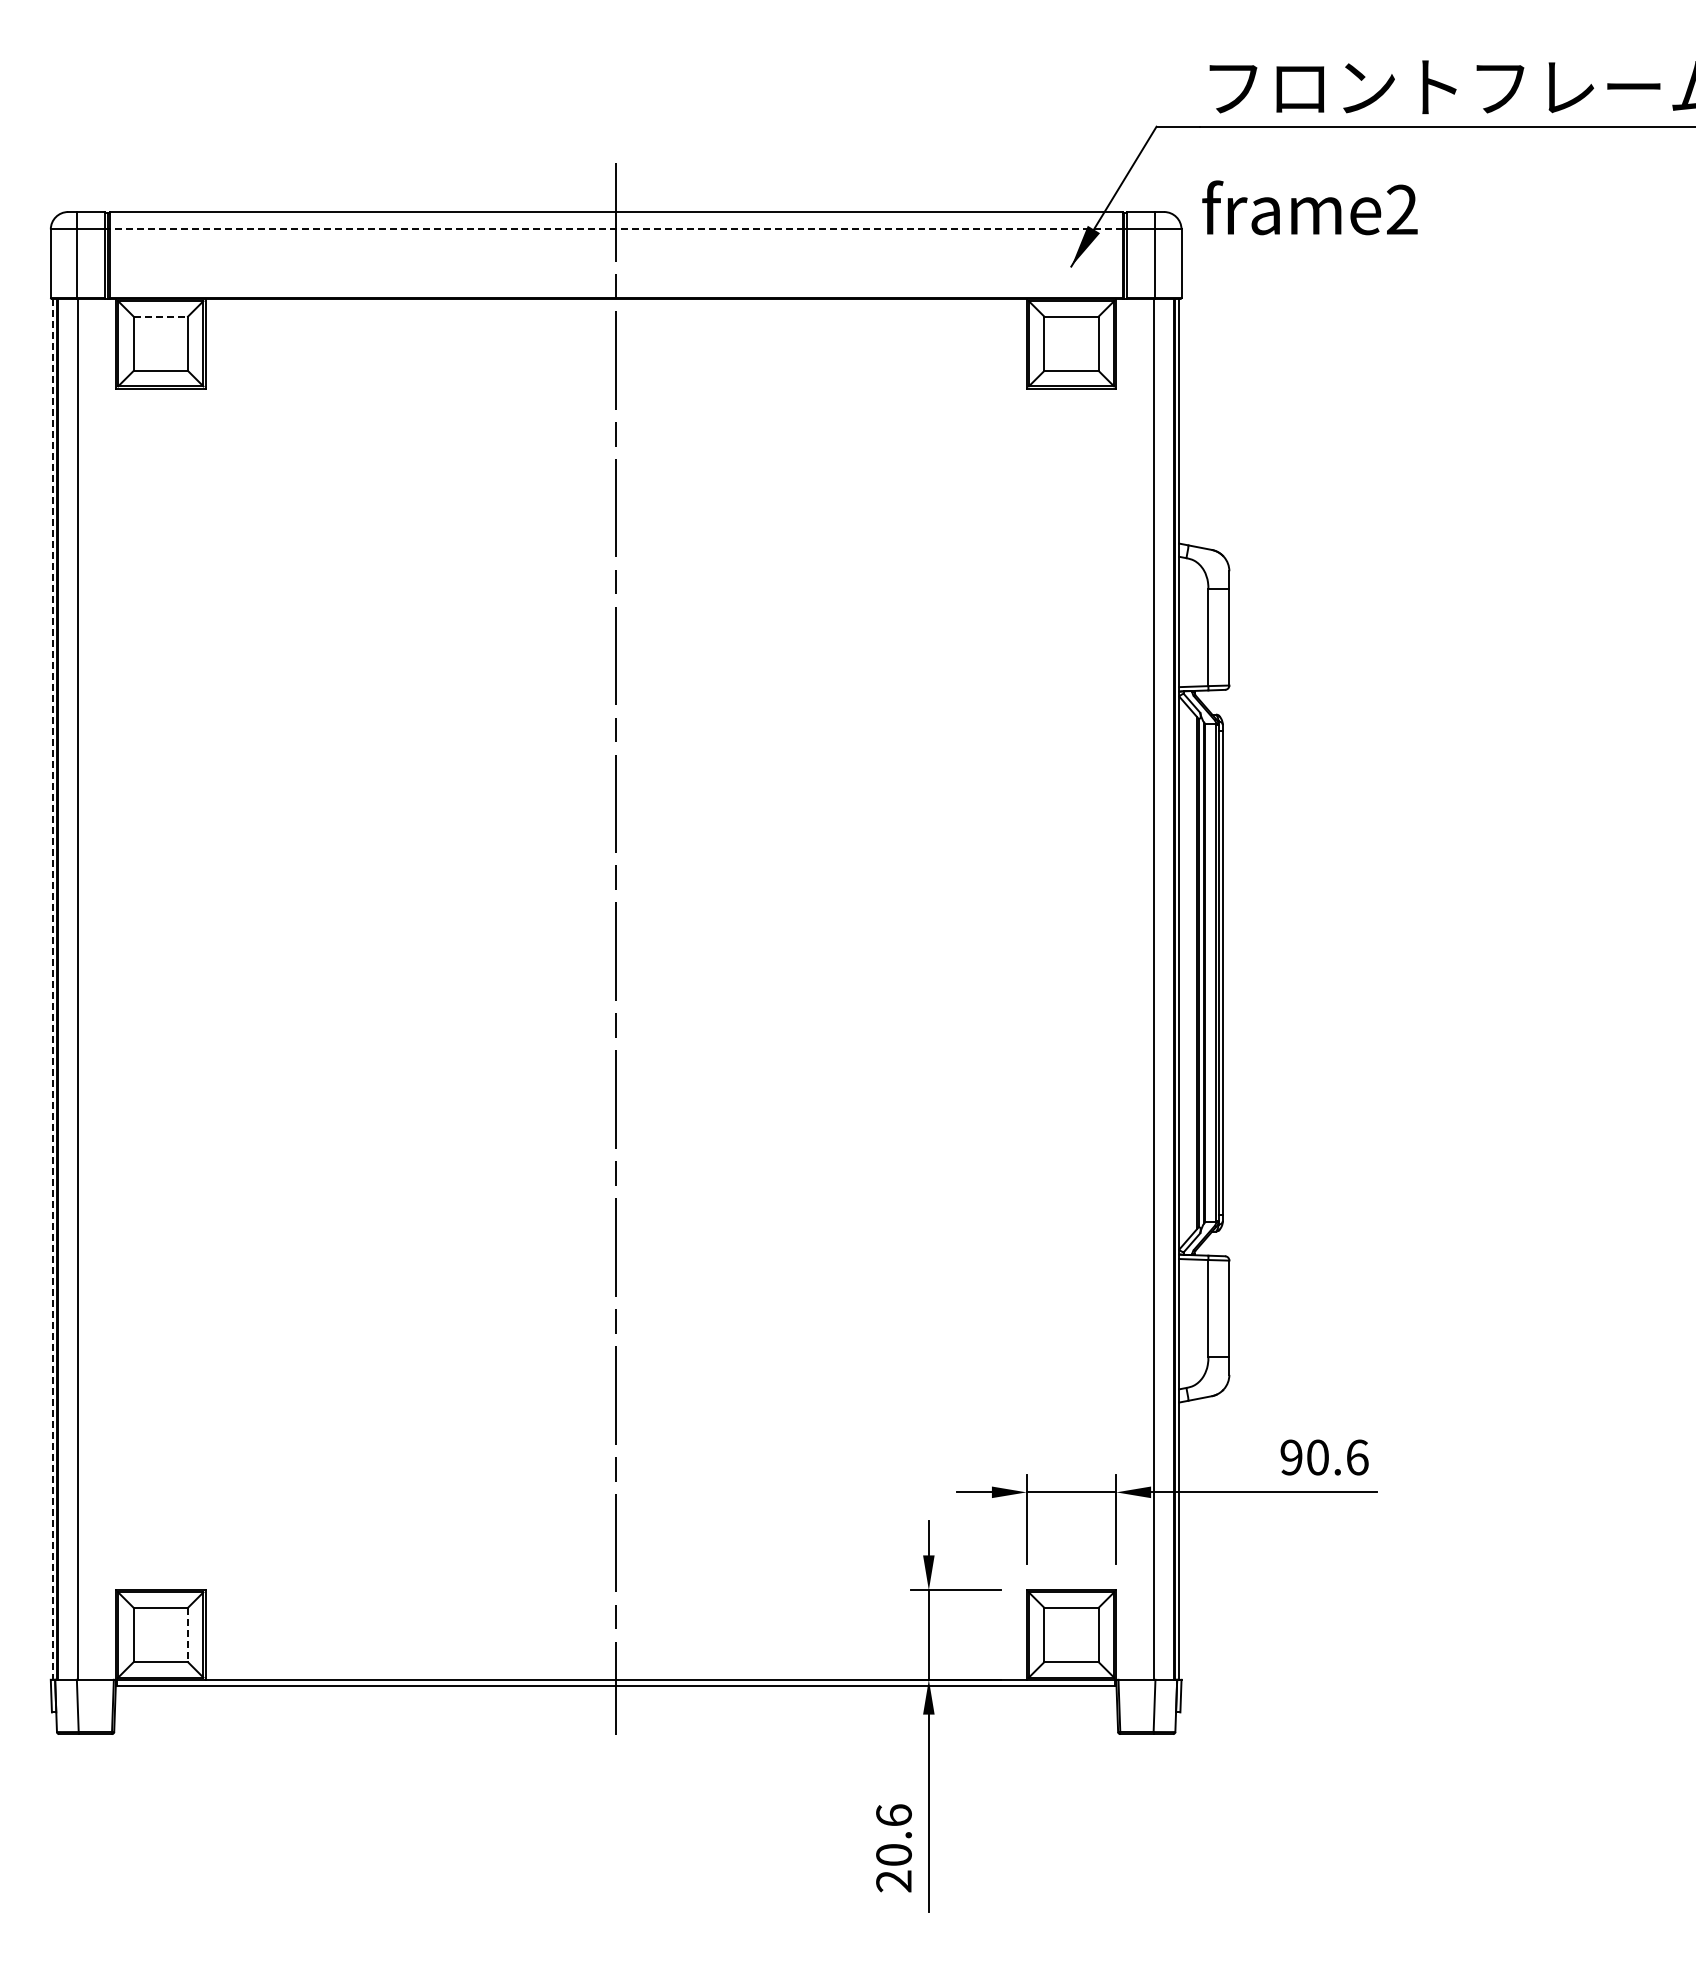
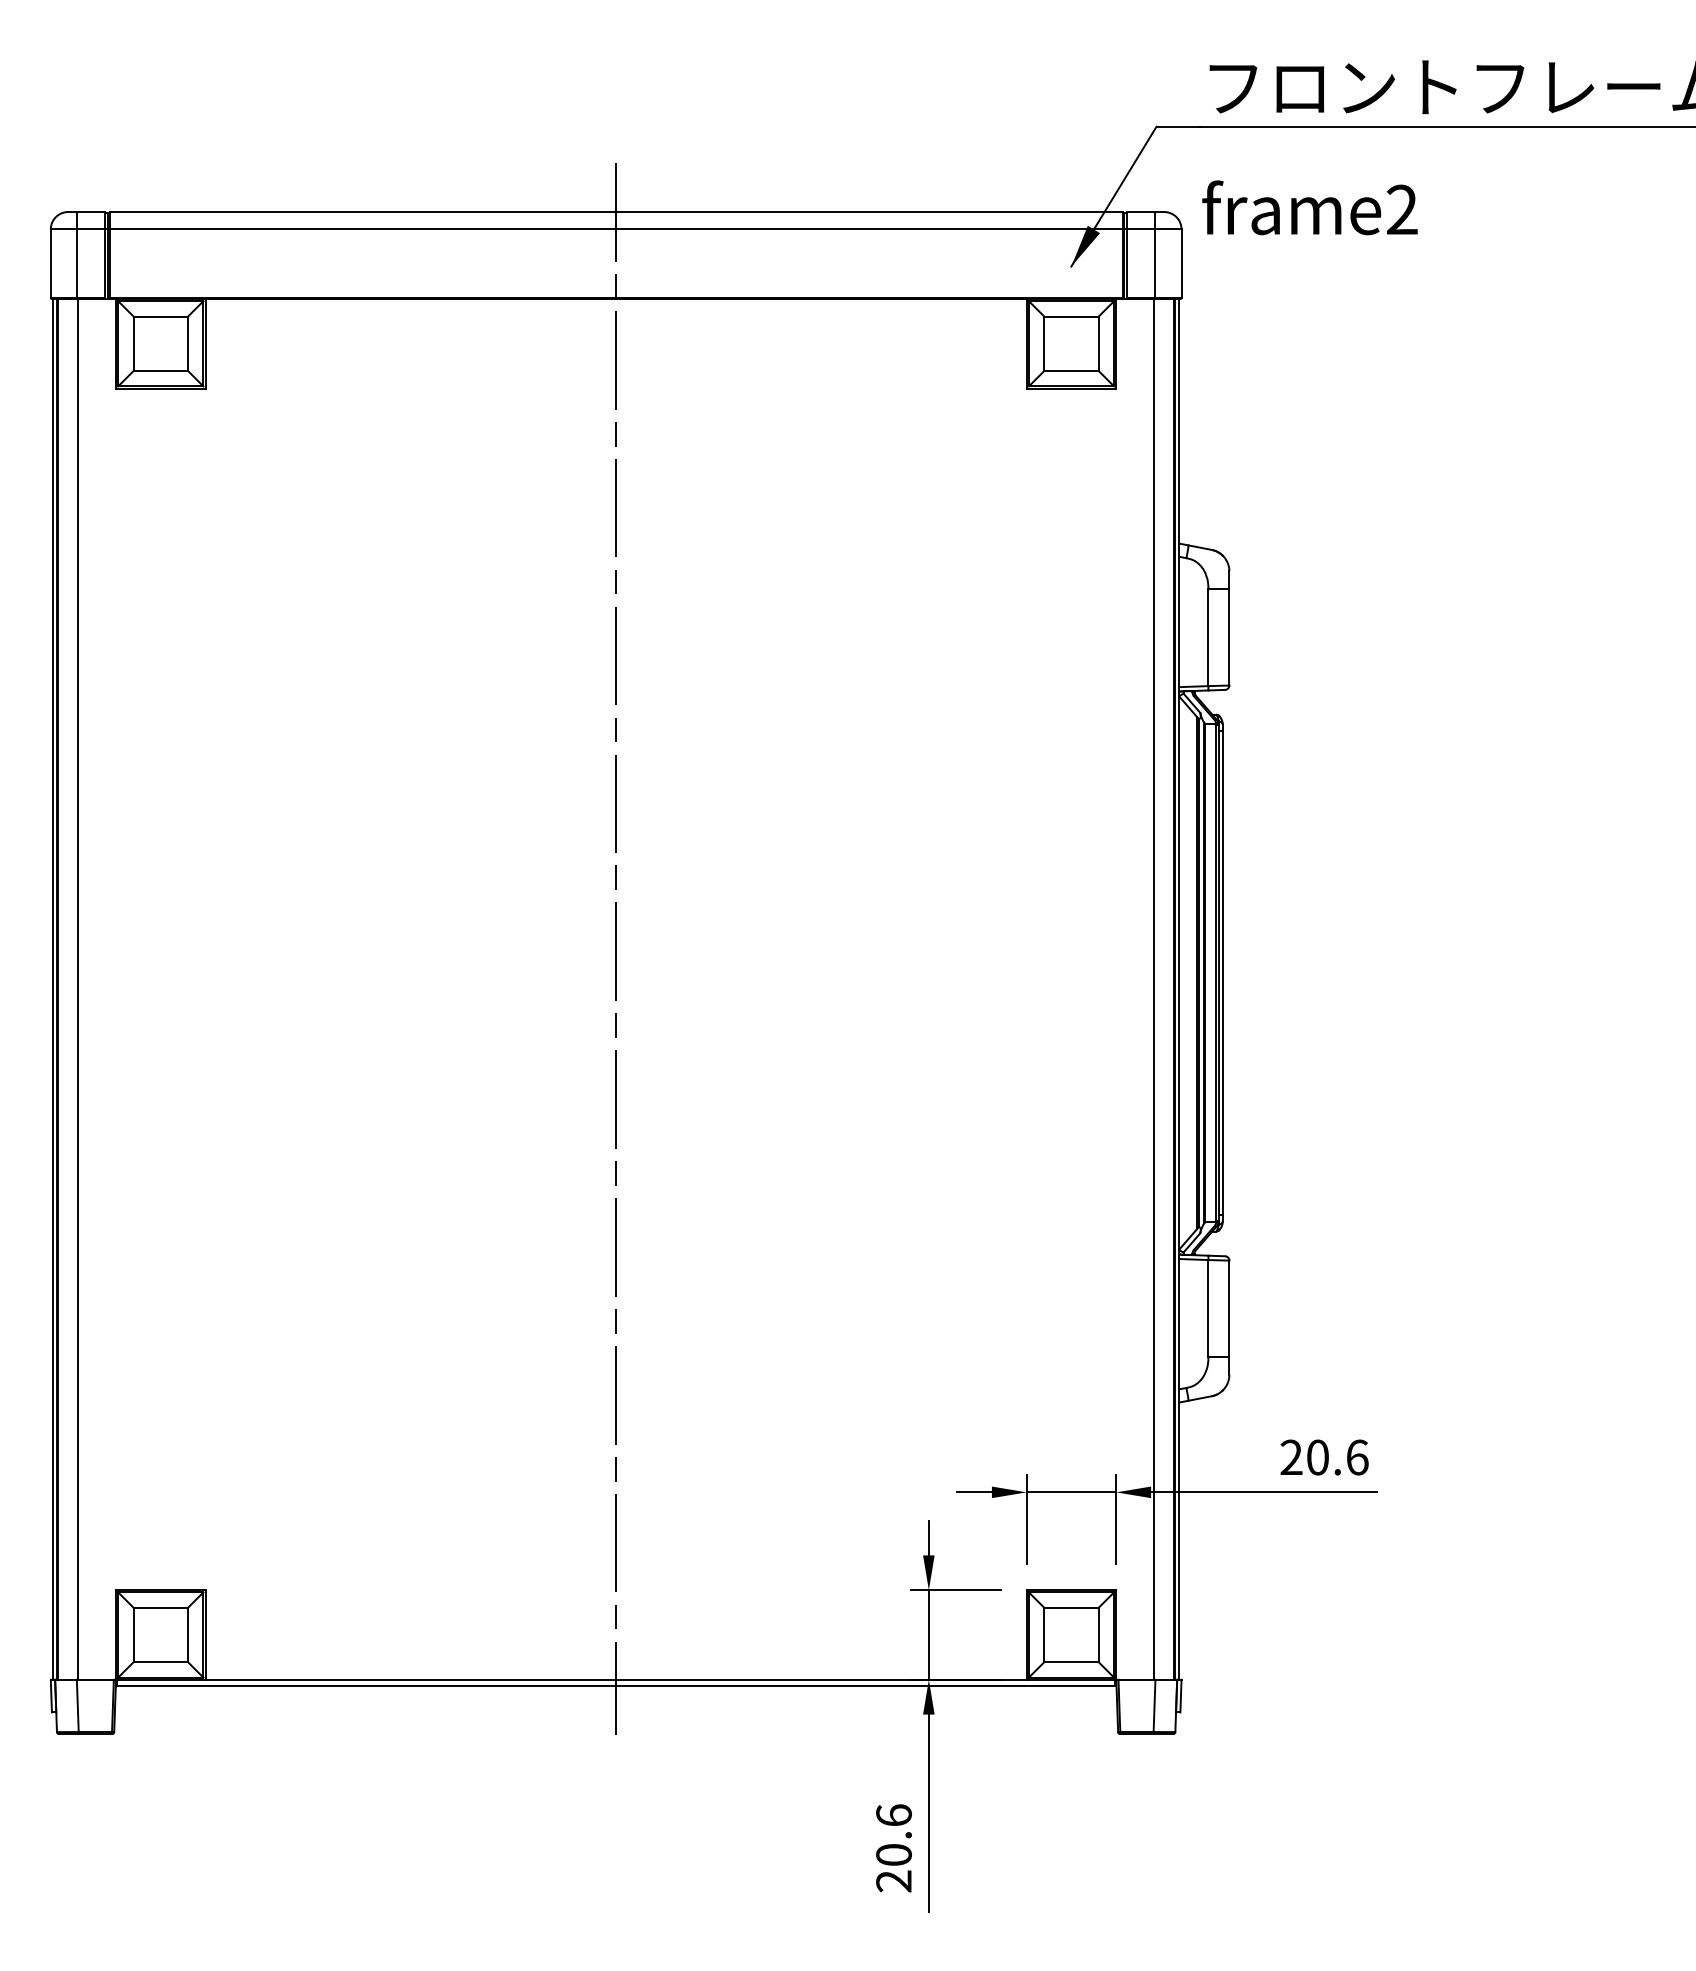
line at (616, 229): dashed -> solid
line at (161, 316): dashed -> solid
line at (52, 989): dashed -> solid
text at (1291, 1457): 90.6 -> 20.6
line at (188, 1635): dashed -> solid
